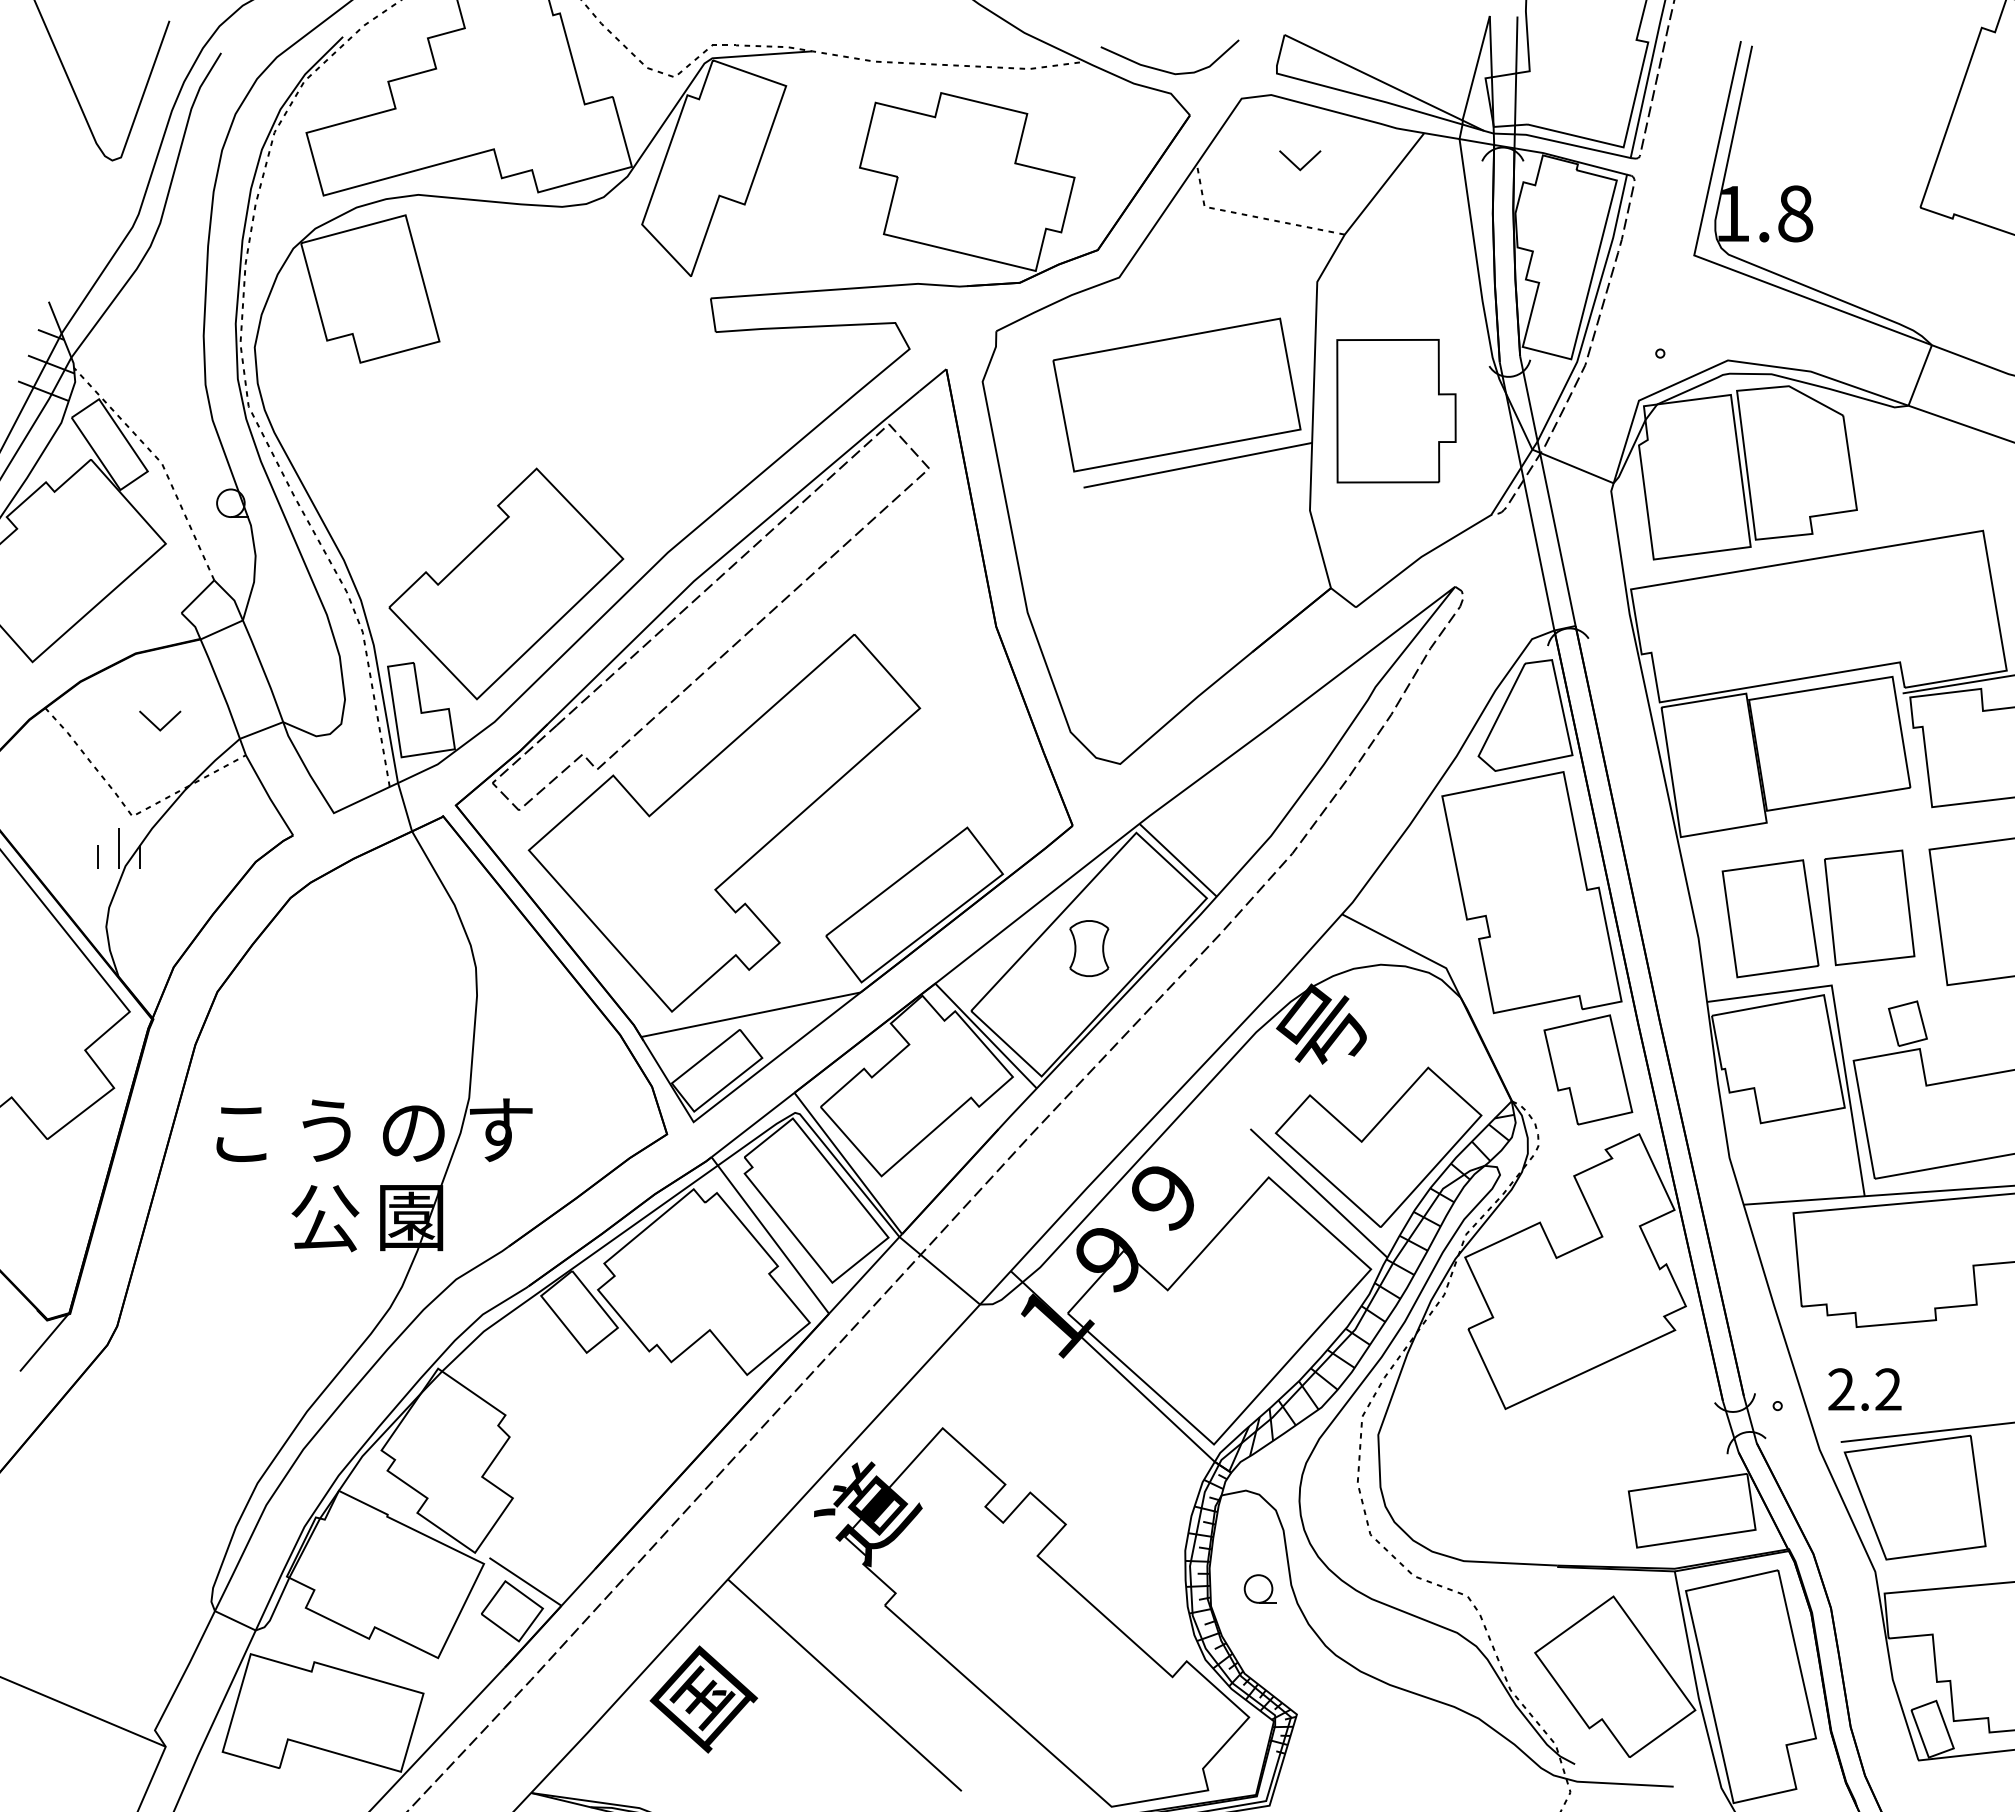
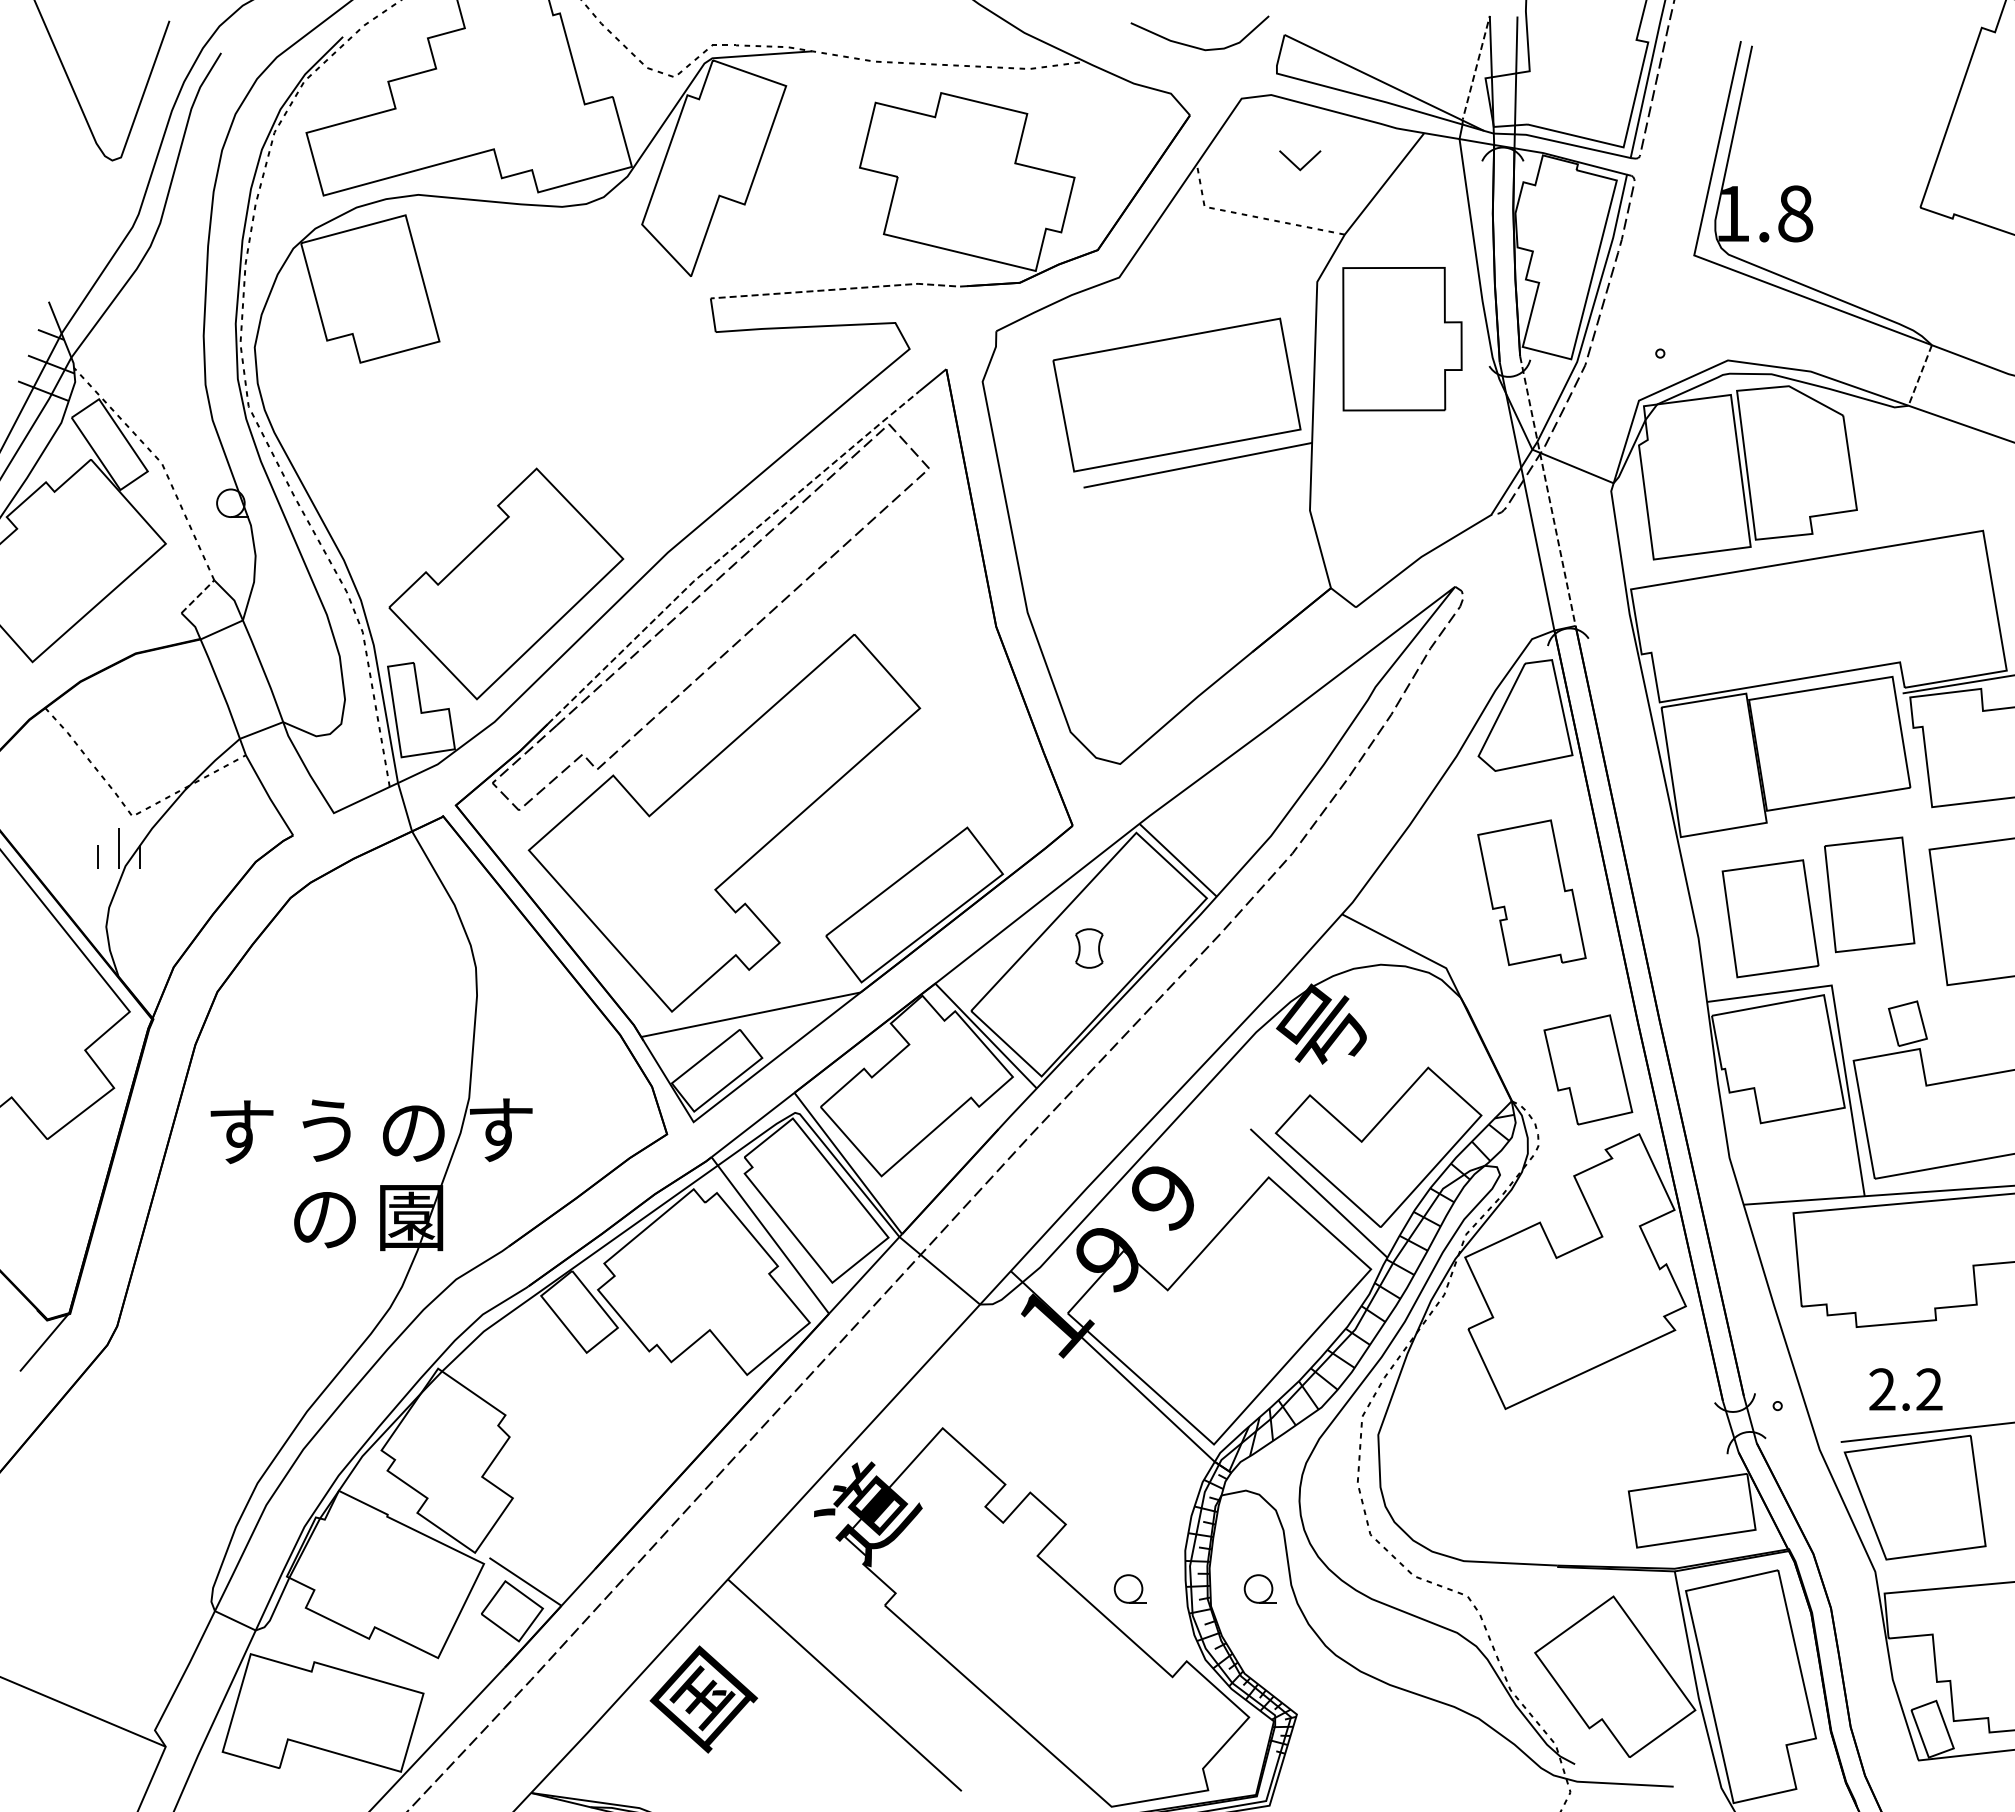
curve at (1166, 70) position: (1166, 70) -> (1196, 46)
line at (1475, 70): solid -> dashed
line at (840, 289): solid -> dashed
line at (1920, 375): solid -> dashed
part at (1396, 411) position: (1396, 411) -> (1402, 339)
line at (1547, 491): solid -> dashed
line at (729, 551): solid -> dashed
line at (198, 596): solid -> dashed
part at (155, 724): present -> none
part at (1531, 892) size: 182x244 px -> 110x147 px
part at (1869, 907) position: (1869, 907) -> (1869, 894)
part at (1089, 948) size: 41x57 px -> 29x41 px
text at (241, 1132): こ -> す
text at (325, 1218): 公 -> の
text at (1864, 1389) position: (1864, 1389) -> (1905, 1389)
part at (1129, 1588): none -> present
